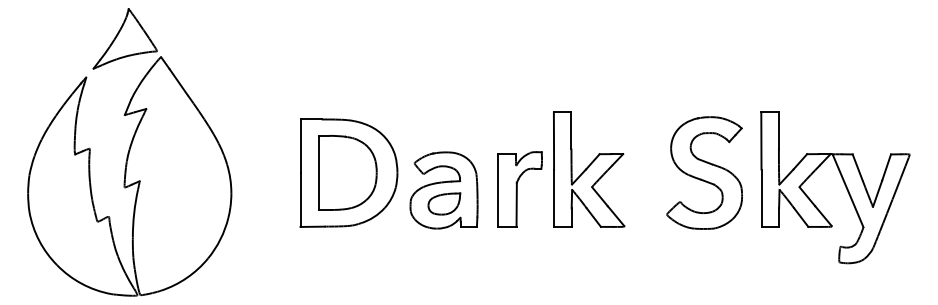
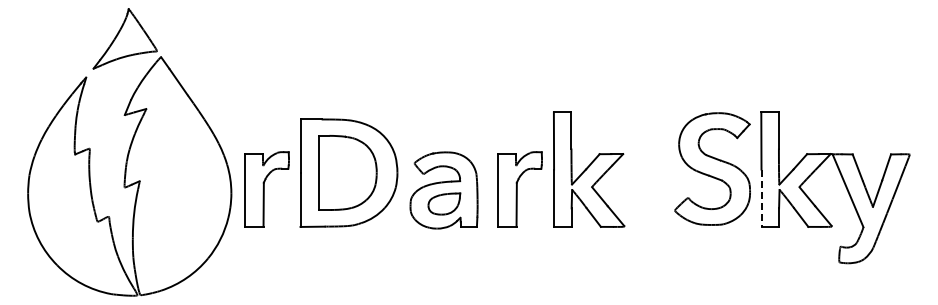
part at (704, 172) position: (704, 172) -> (712, 168)
part at (266, 189): none -> present
line at (761, 198): solid -> dashed
